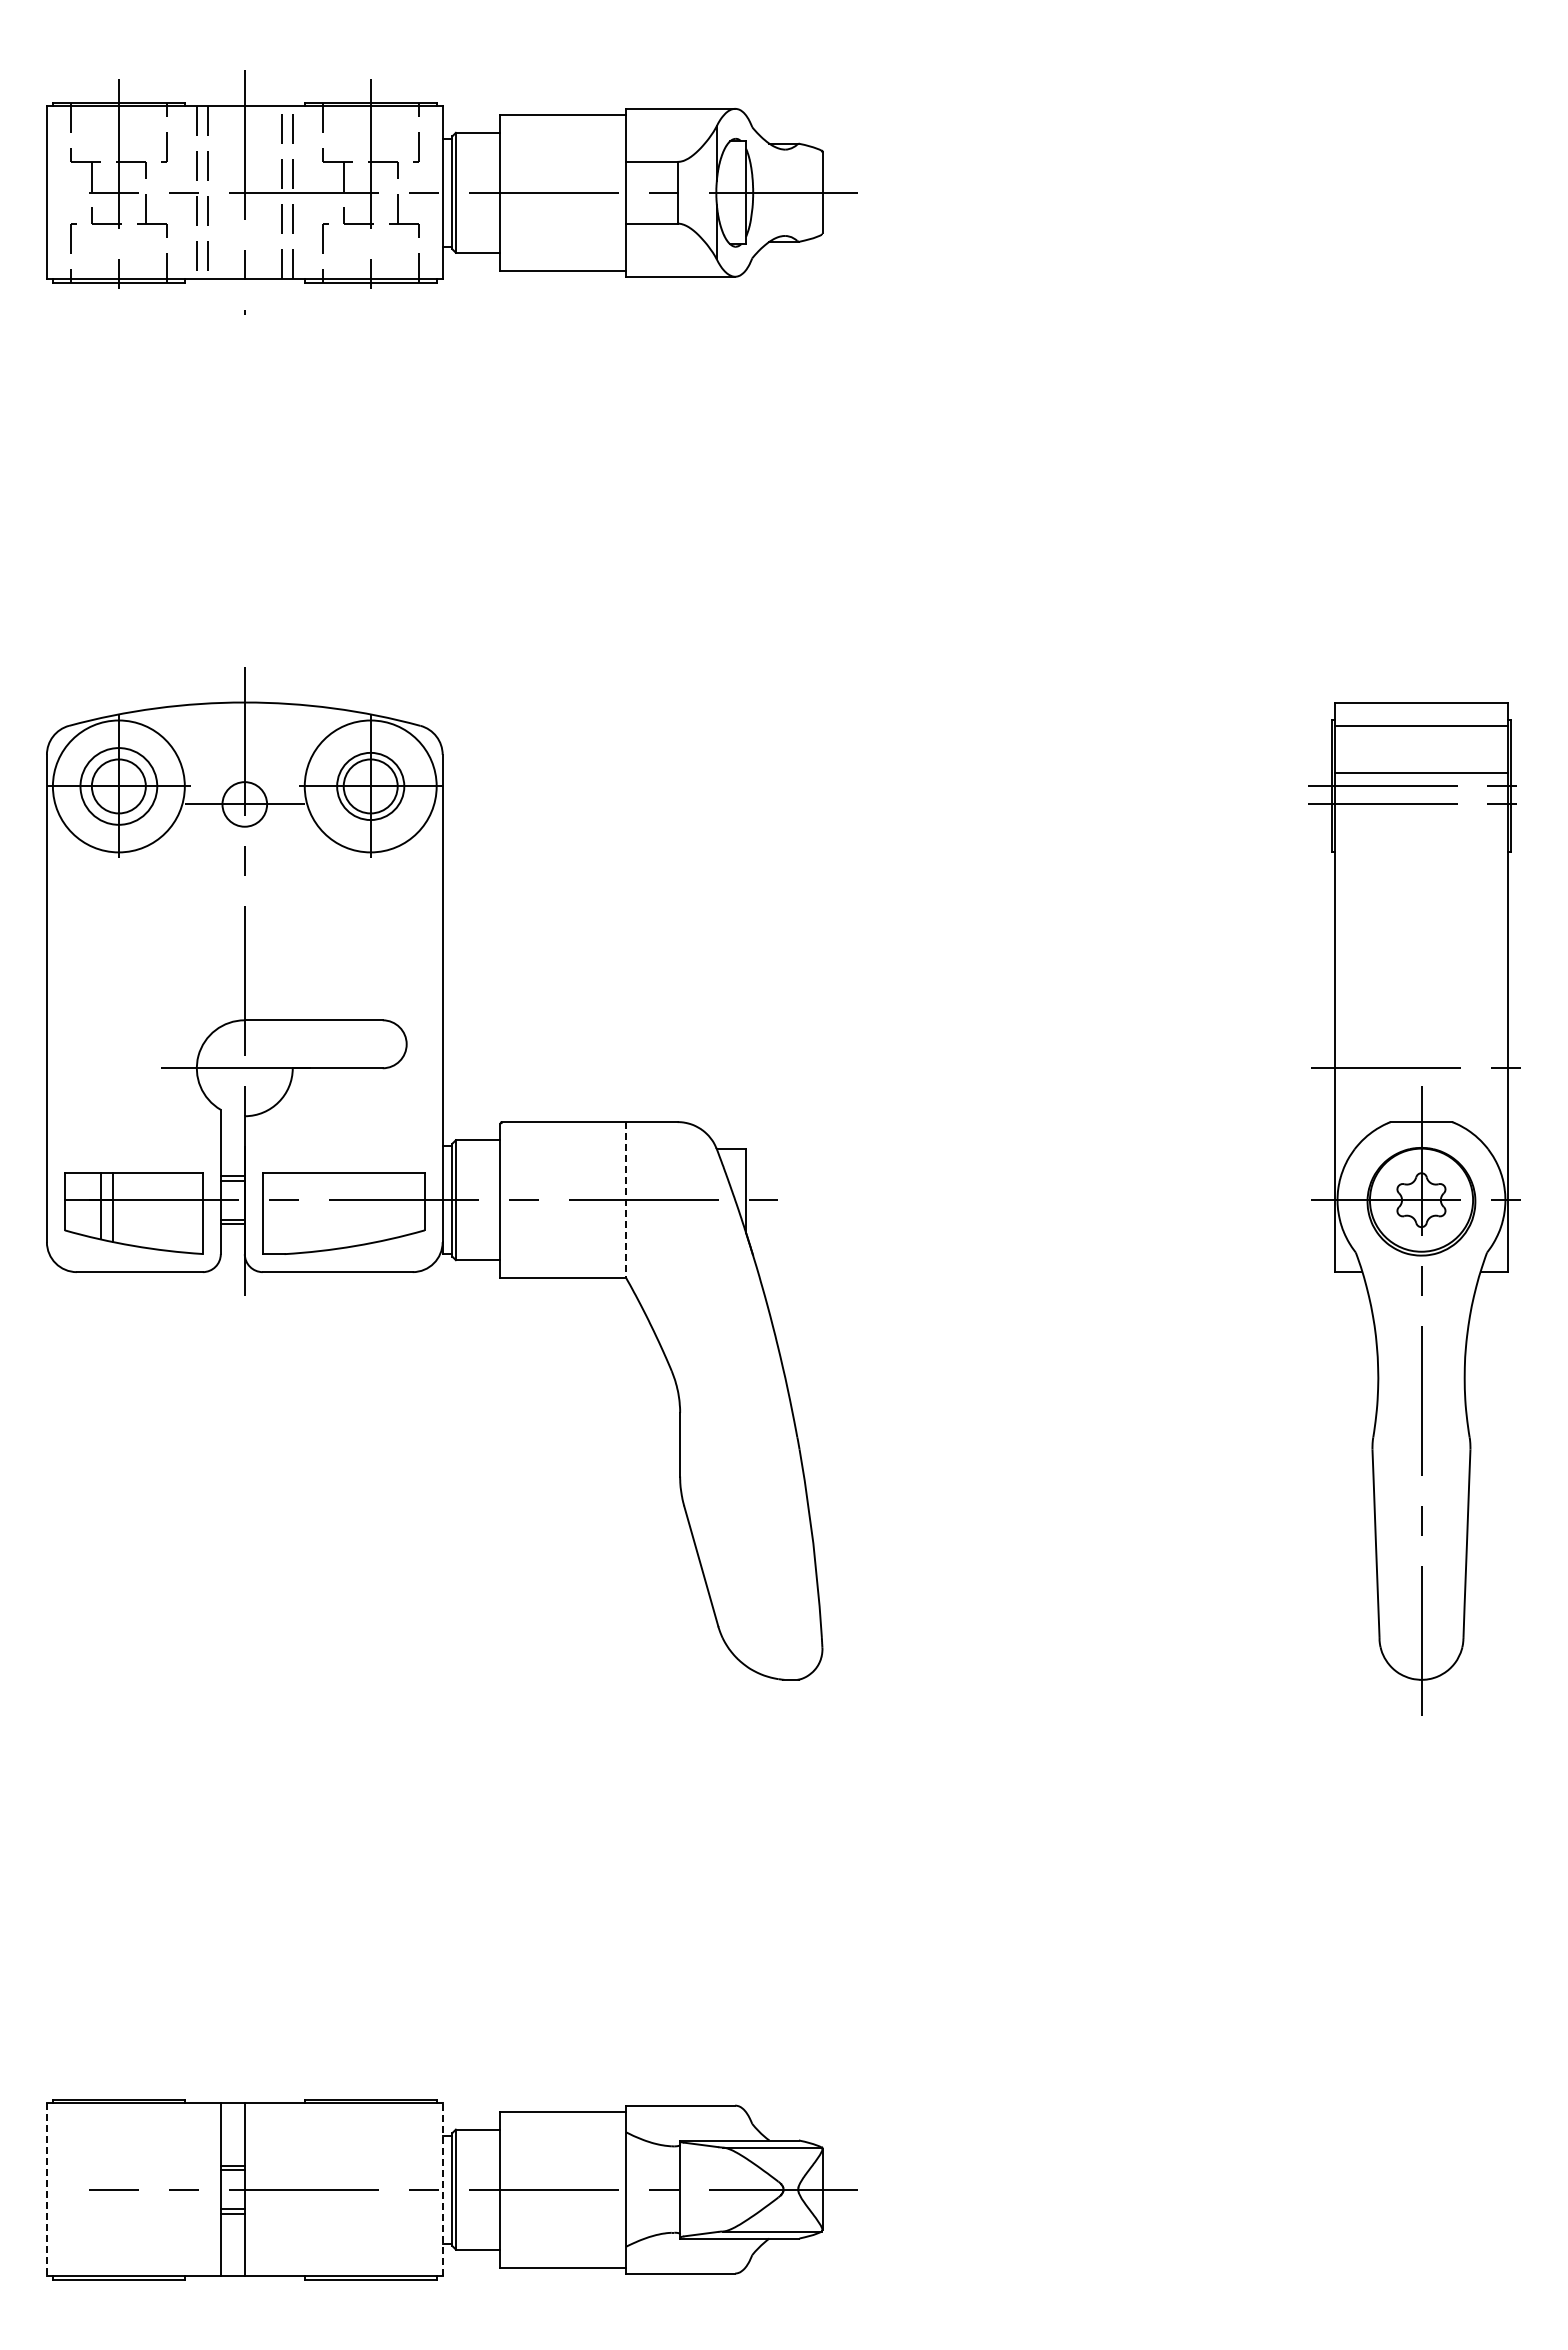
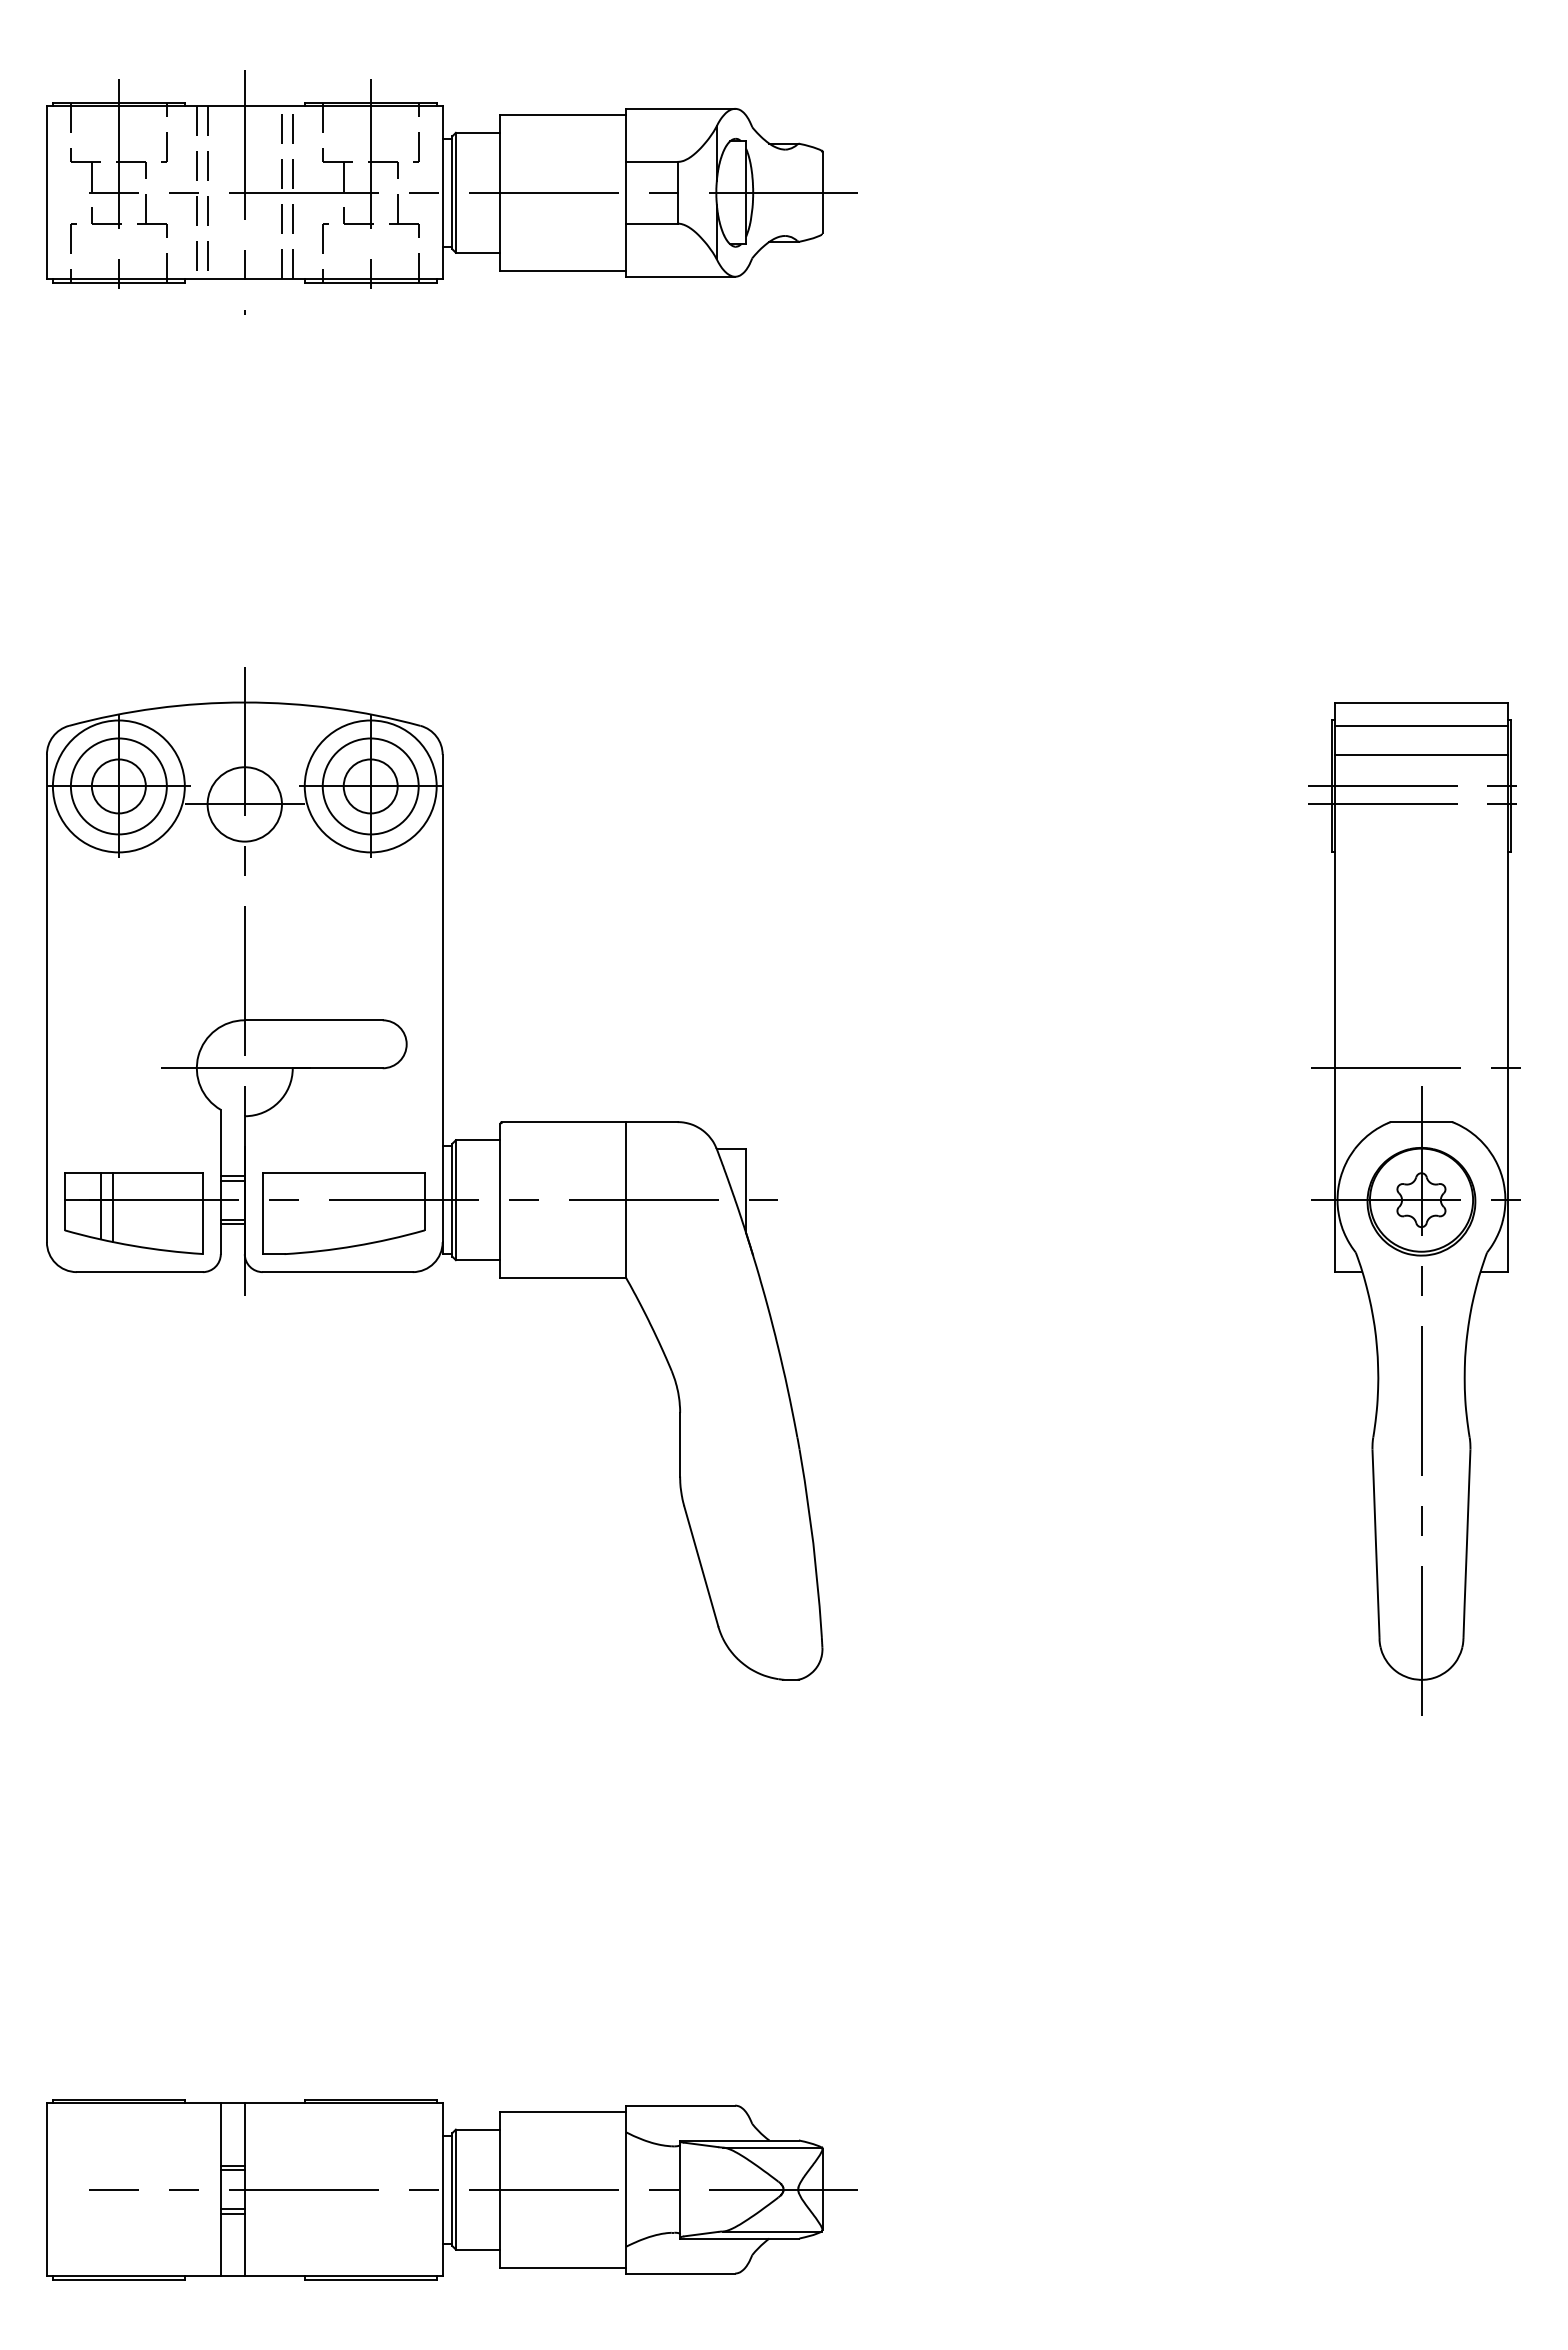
line at (1421, 772) position: (1421, 772) -> (1421, 754)
circle at (118, 786) diameter: 77 px -> 96 px
circle at (370, 786) diameter: 67 px -> 96 px
circle at (244, 804) diameter: 45 px -> 74 px
line at (626, 1200): dashed -> solid
line at (442, 2189): dashed -> solid
line at (46, 2190): dashed -> solid
